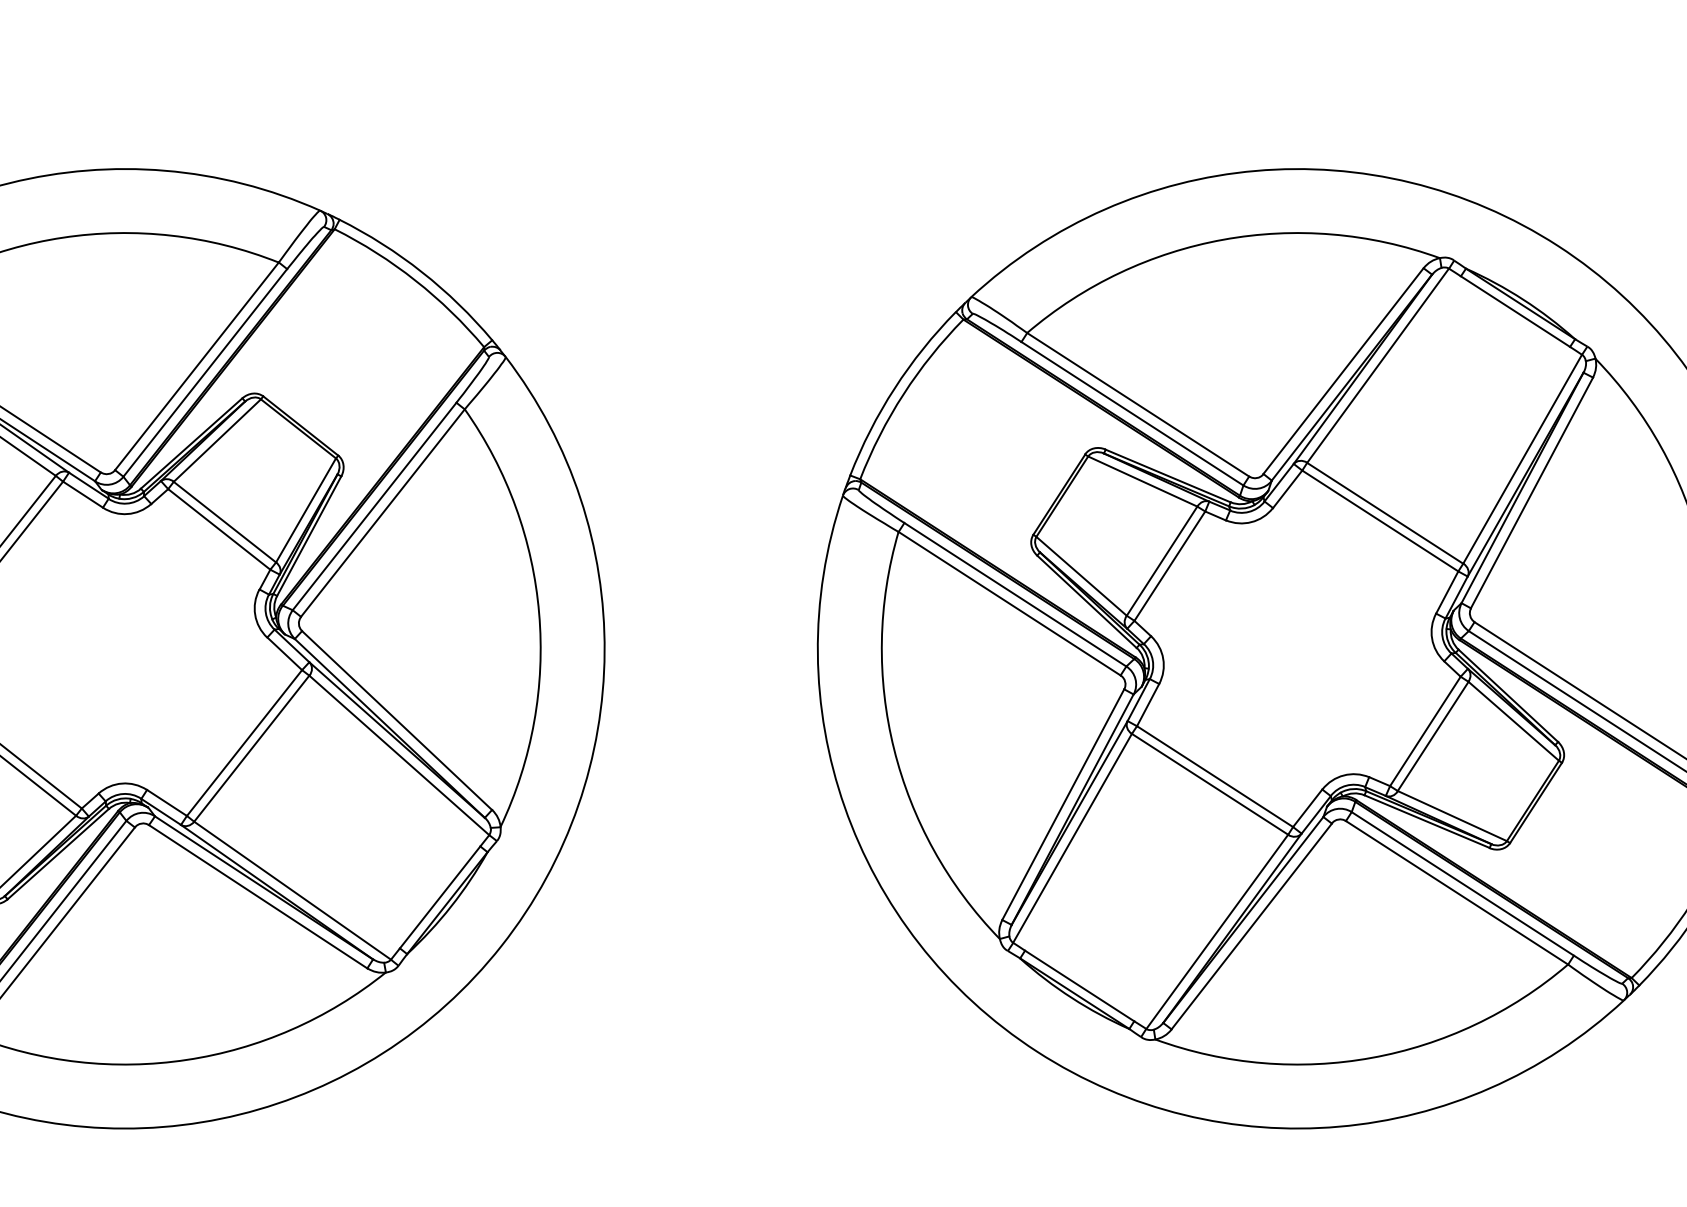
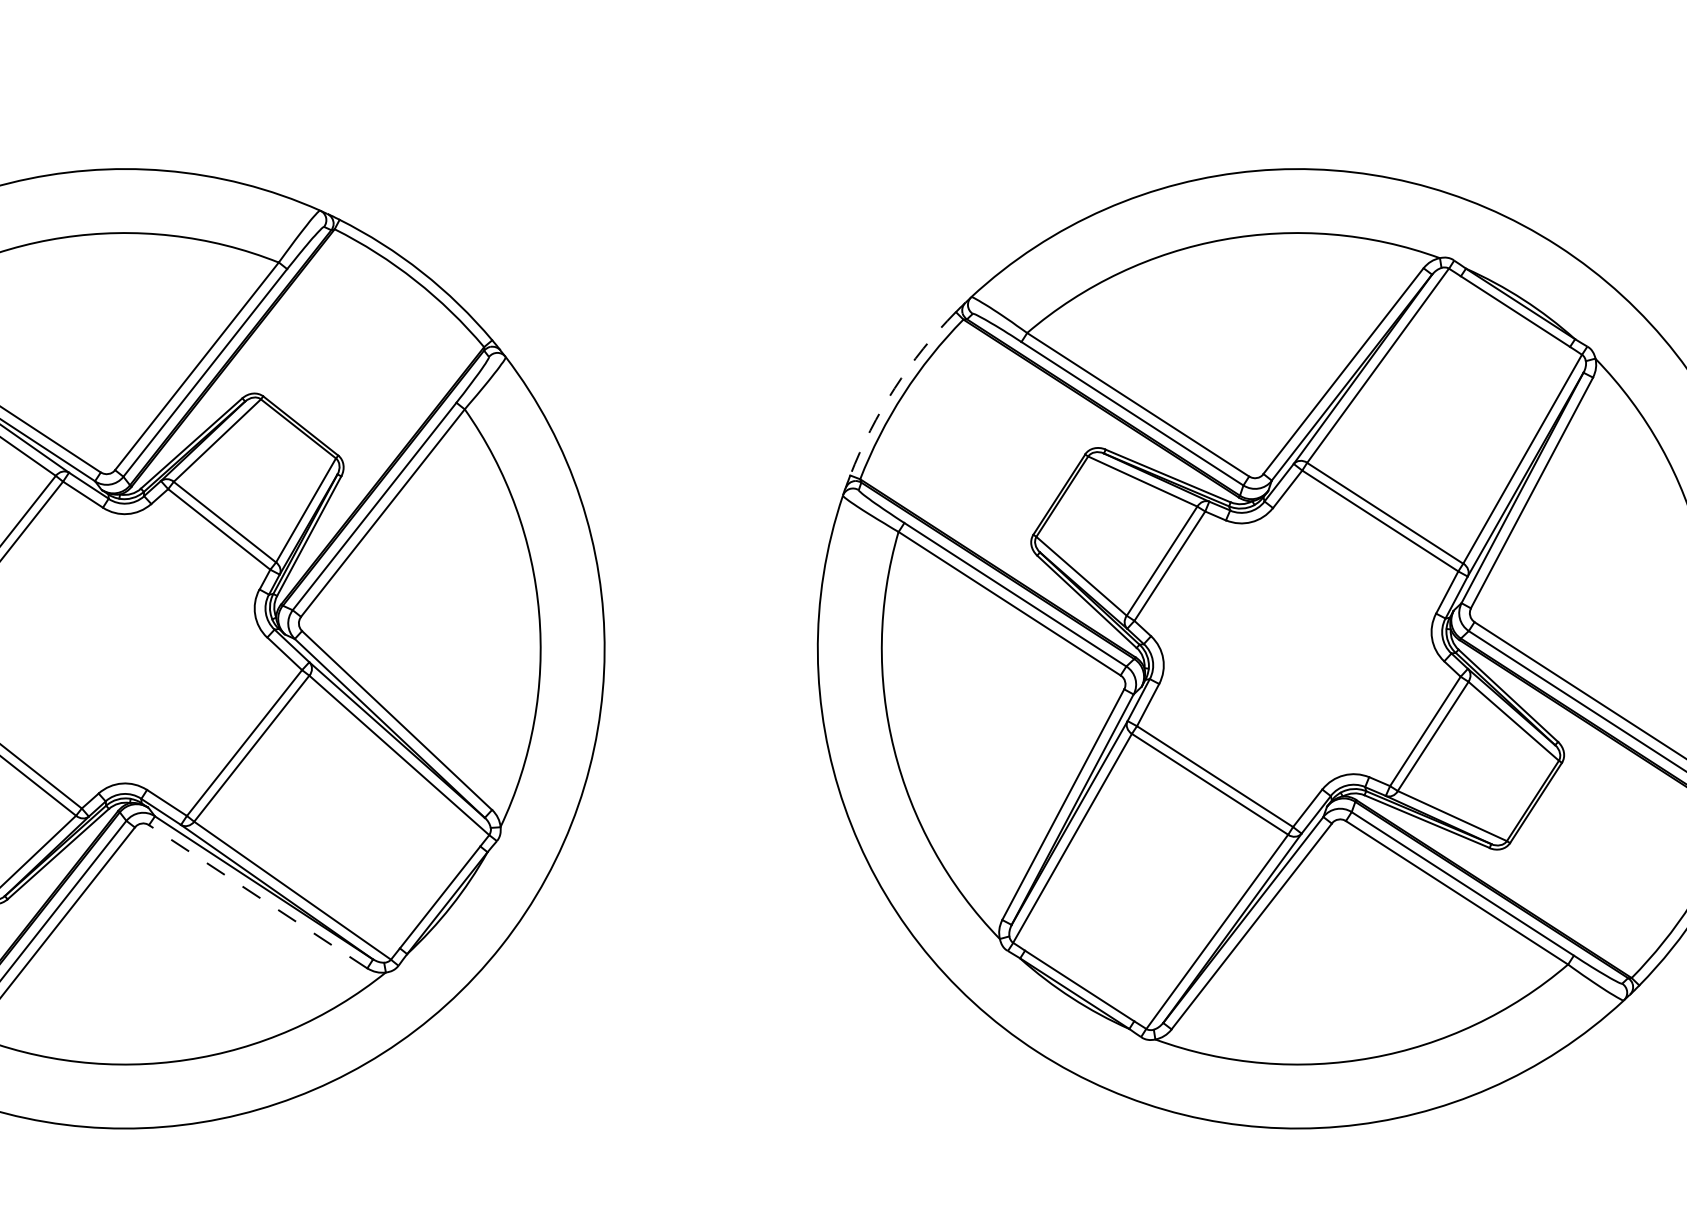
arc at (894, 388): solid -> dashed
line at (258, 896): solid -> dashed
